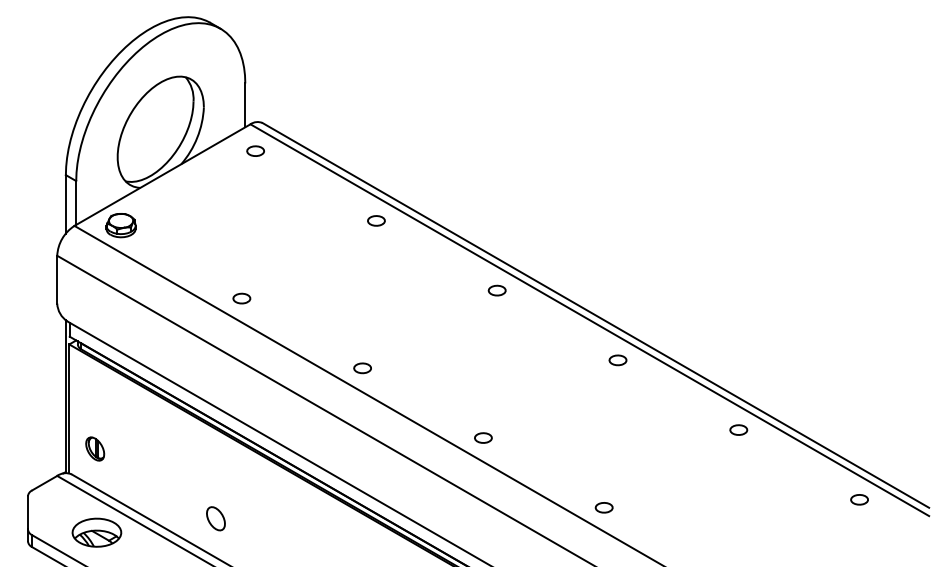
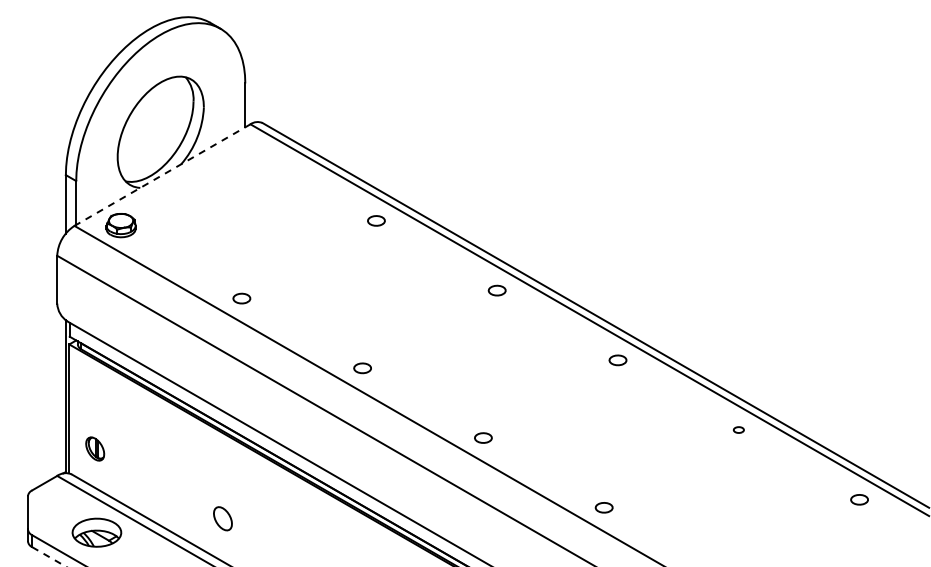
part at (255, 150): present -> none
line at (162, 175): solid -> dashed
part at (738, 429) size: 20x12 px -> 13x8 px
part at (215, 518) position: (215, 518) -> (222, 518)
line at (49, 557): solid -> dashed
